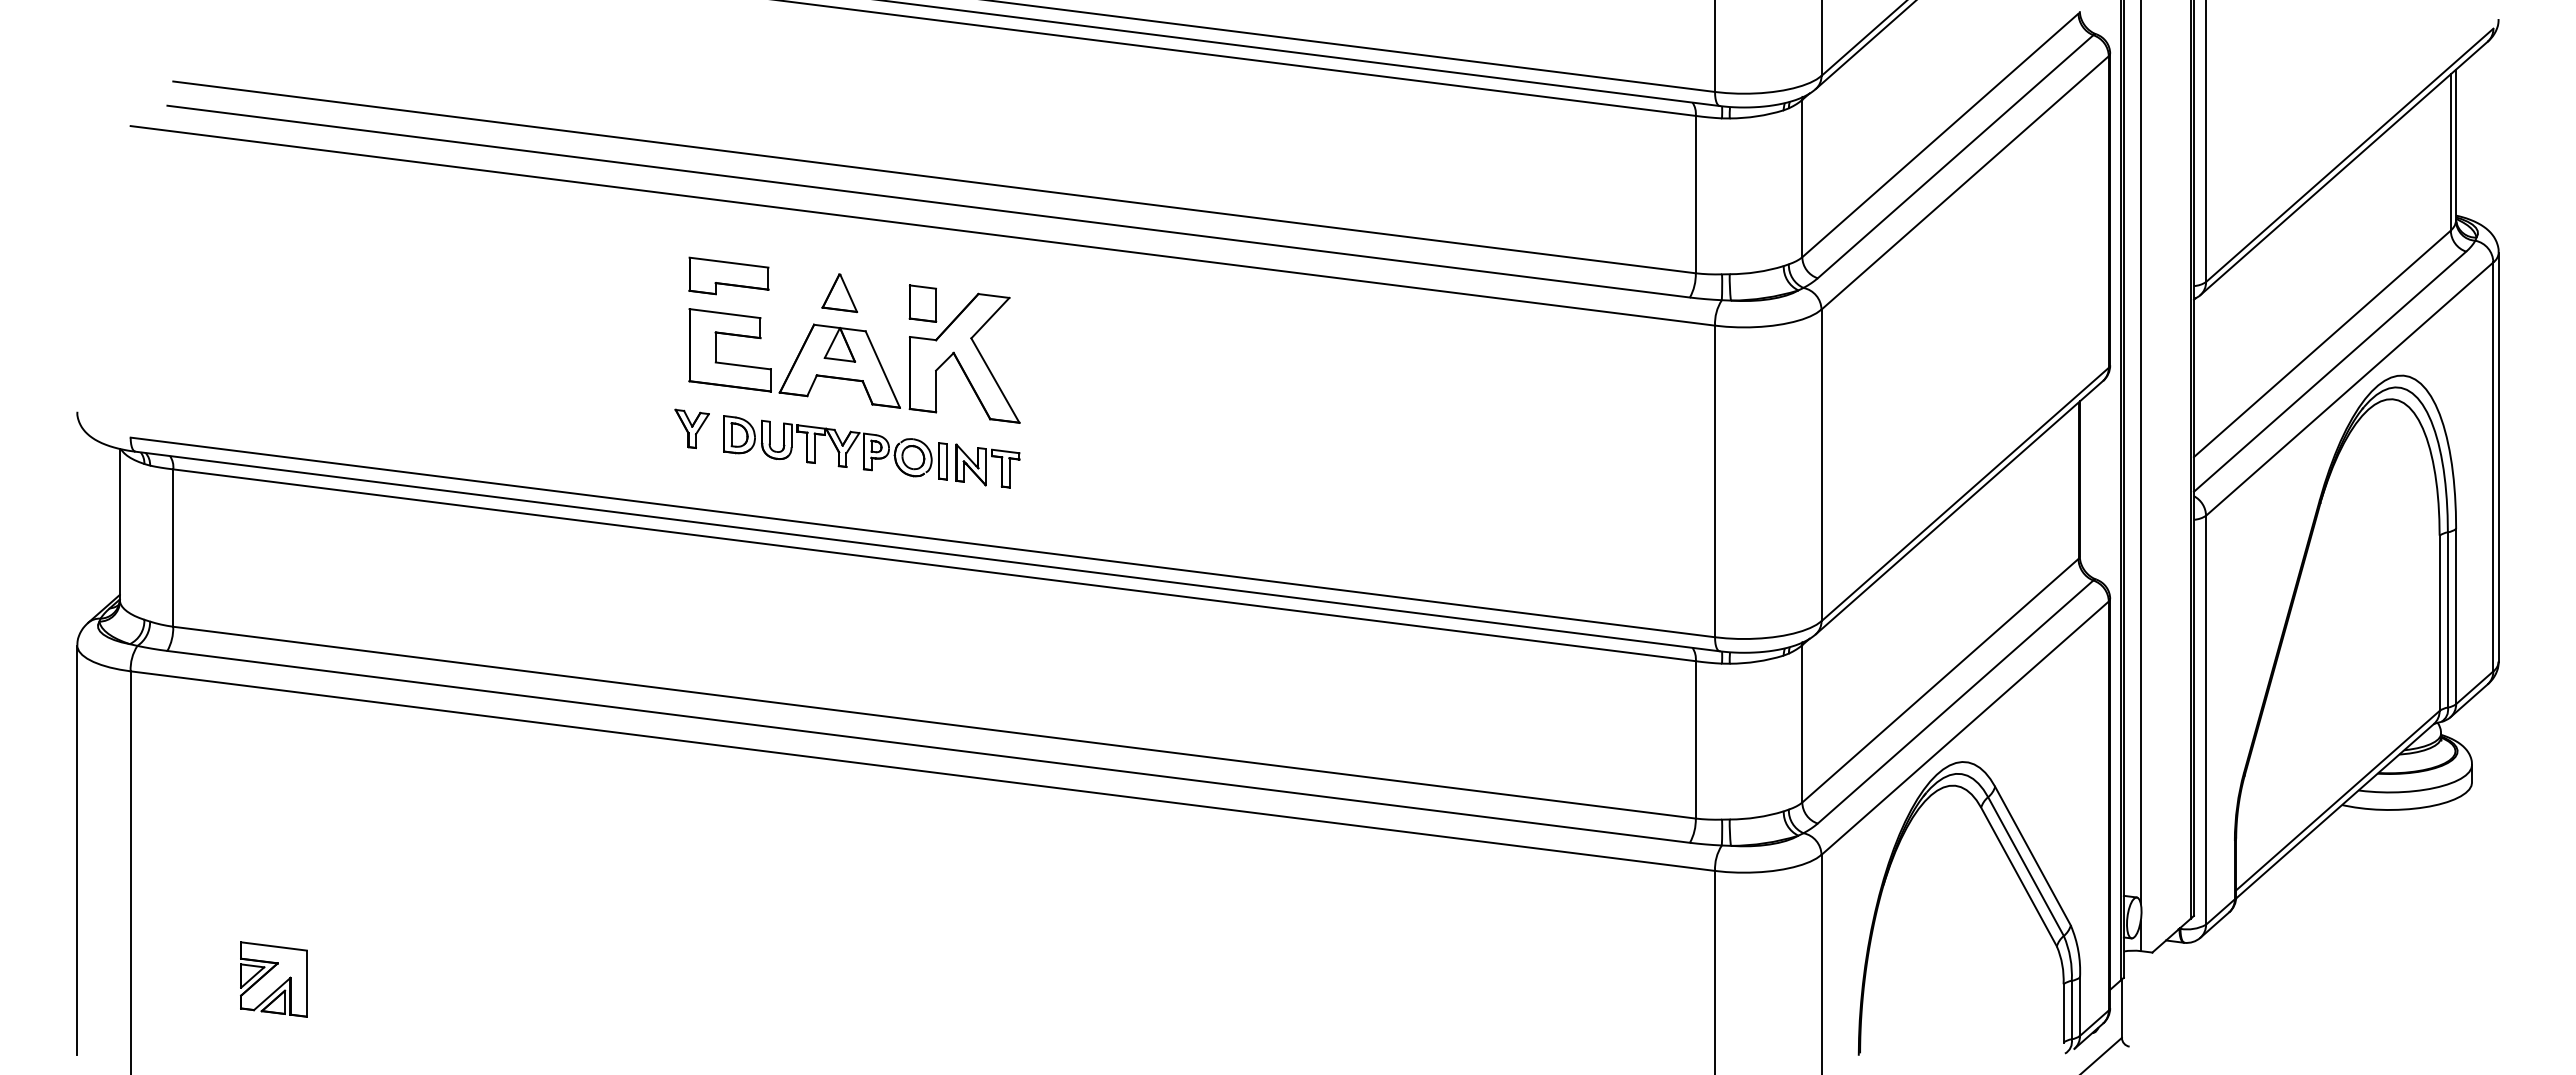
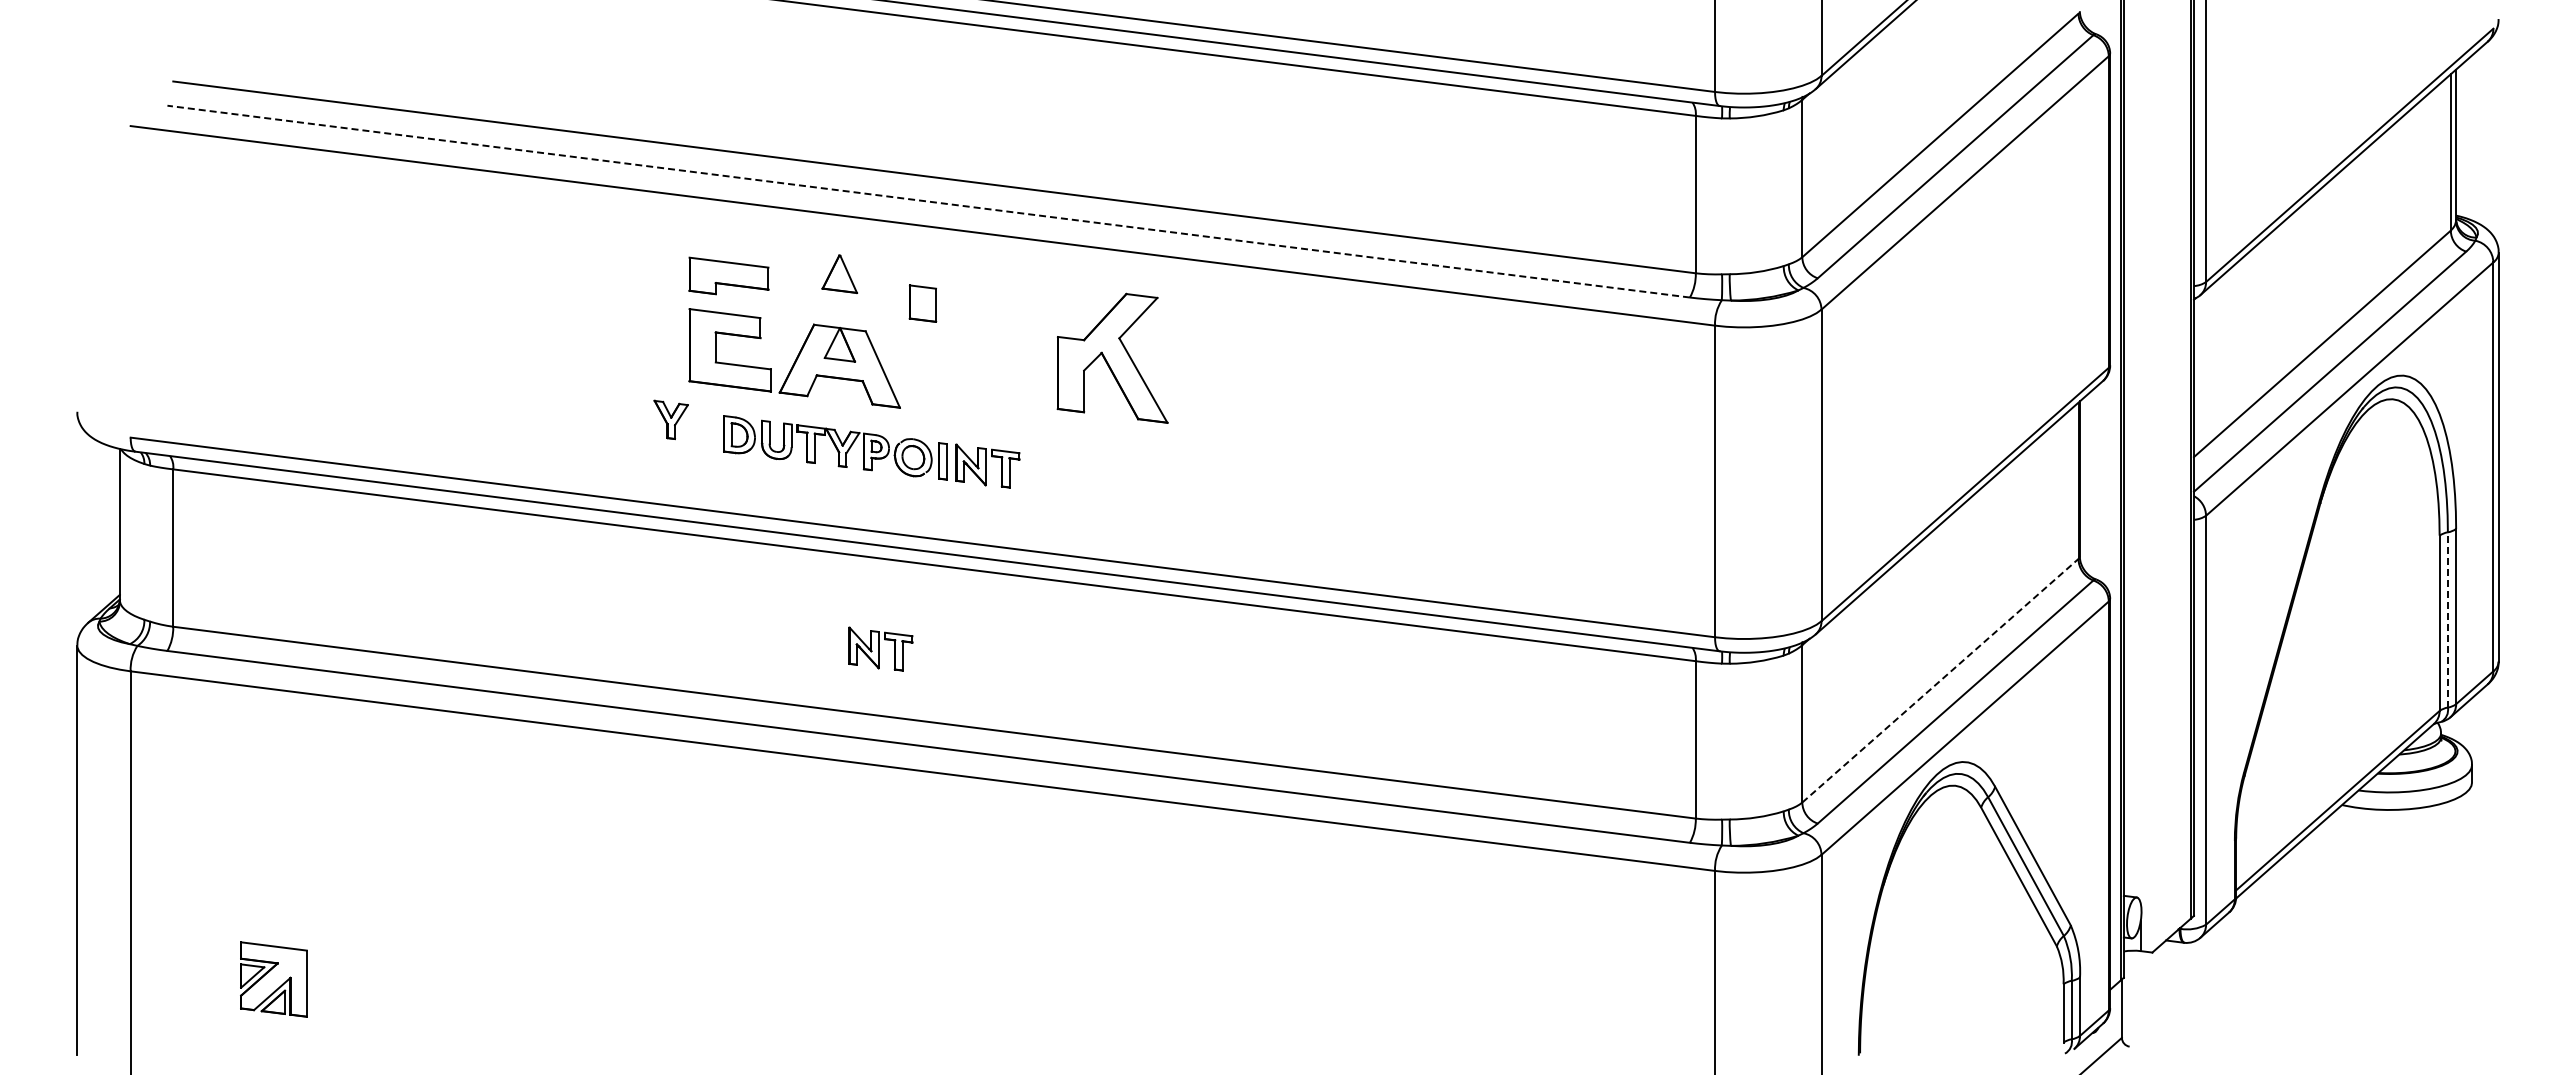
line at (928, 201): solid -> dashed
part at (839, 292) position: (839, 292) -> (839, 273)
part at (964, 357) position: (964, 357) -> (1112, 357)
part at (691, 428) position: (691, 428) -> (670, 419)
line at (2140, 452): present -> none
line at (2447, 619): solid -> dashed
part at (880, 648): none -> present
line at (1940, 680): solid -> dashed
